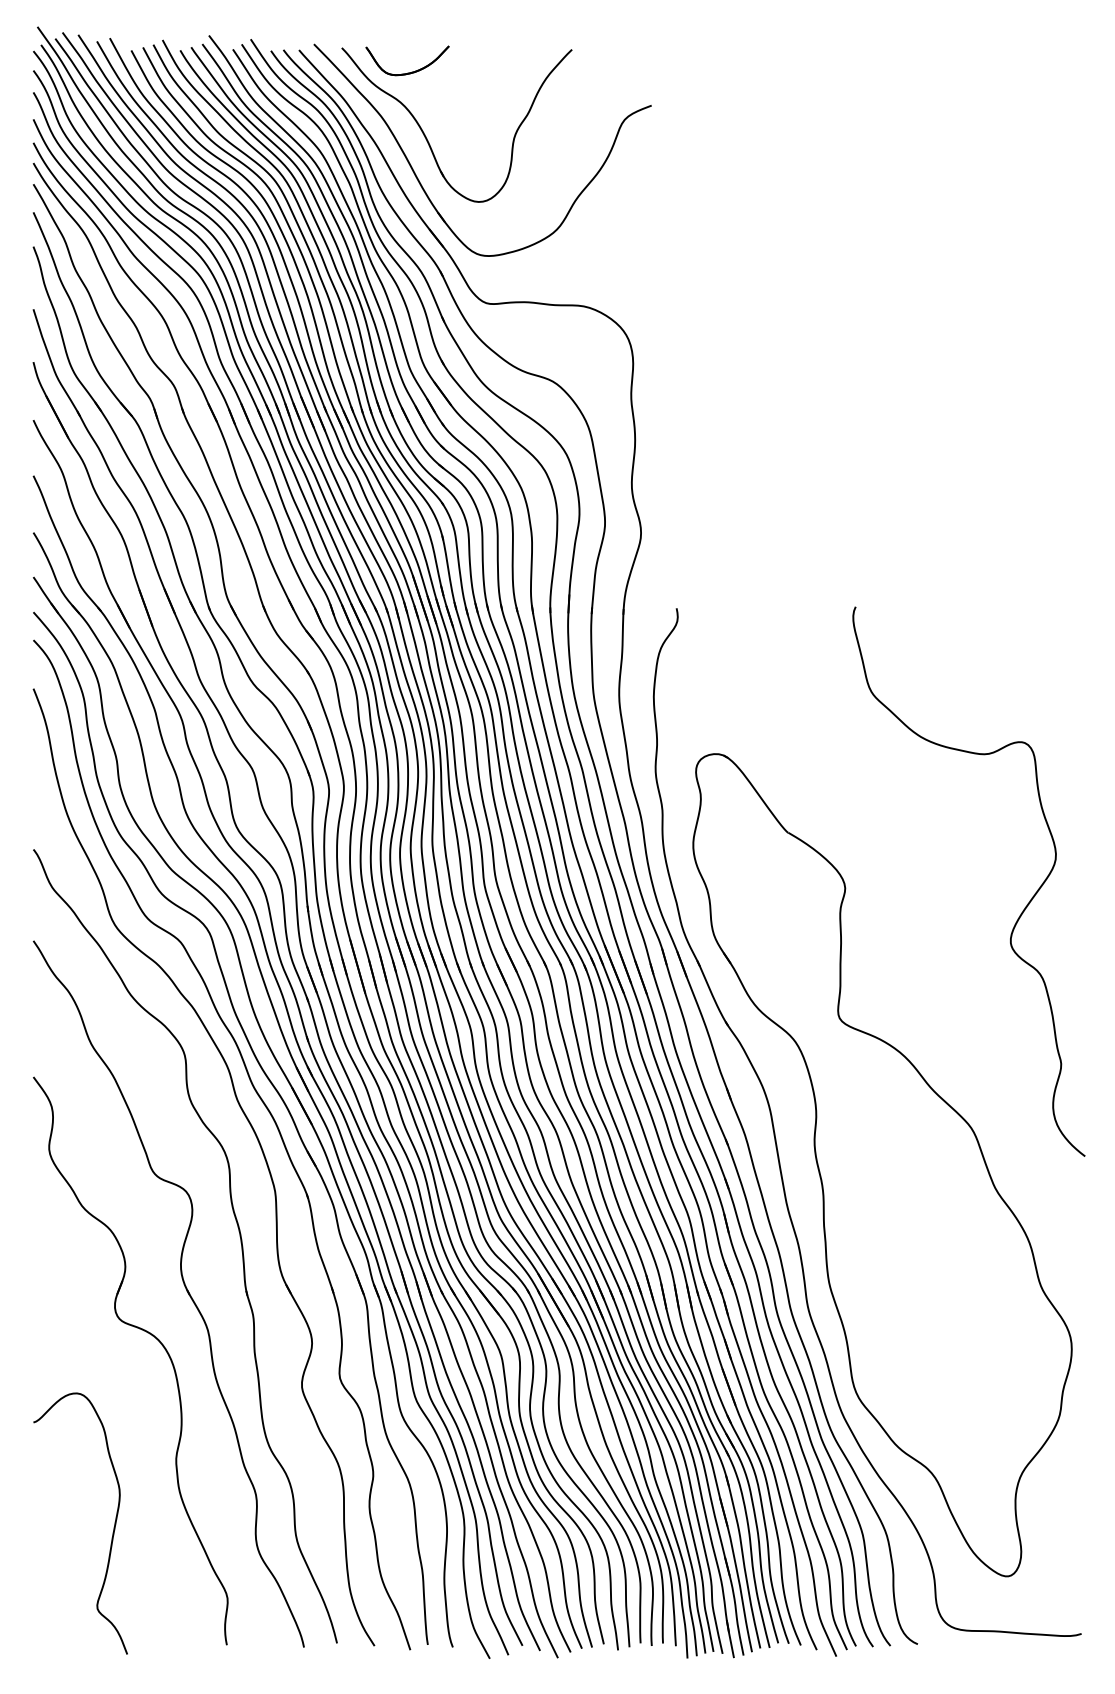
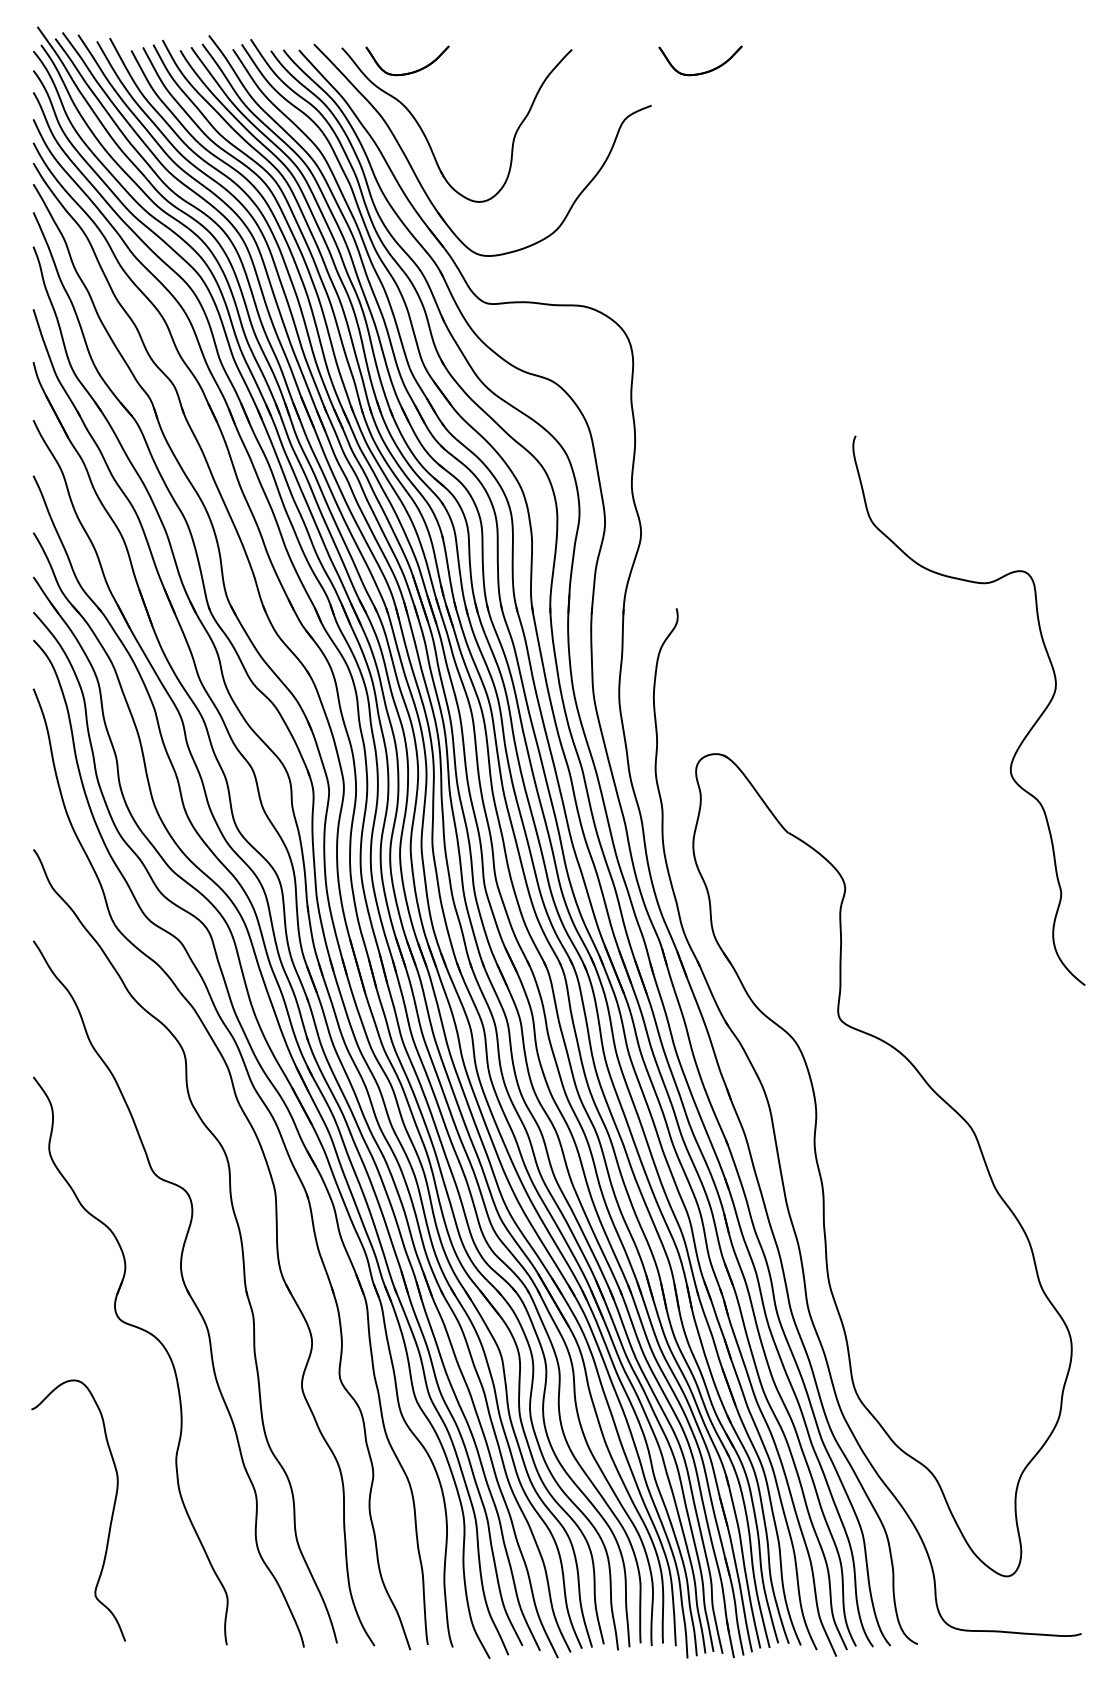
part at (704, 71): none -> present
curve at (1020, 913) position: (1020, 913) -> (1020, 742)
curve at (113, 1527) position: (113, 1527) -> (111, 1514)
